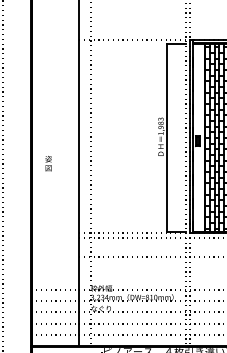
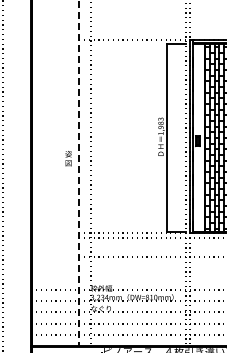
text at (48, 163) position: (48, 163) -> (68, 158)
line at (79, 173): solid -> dashed
